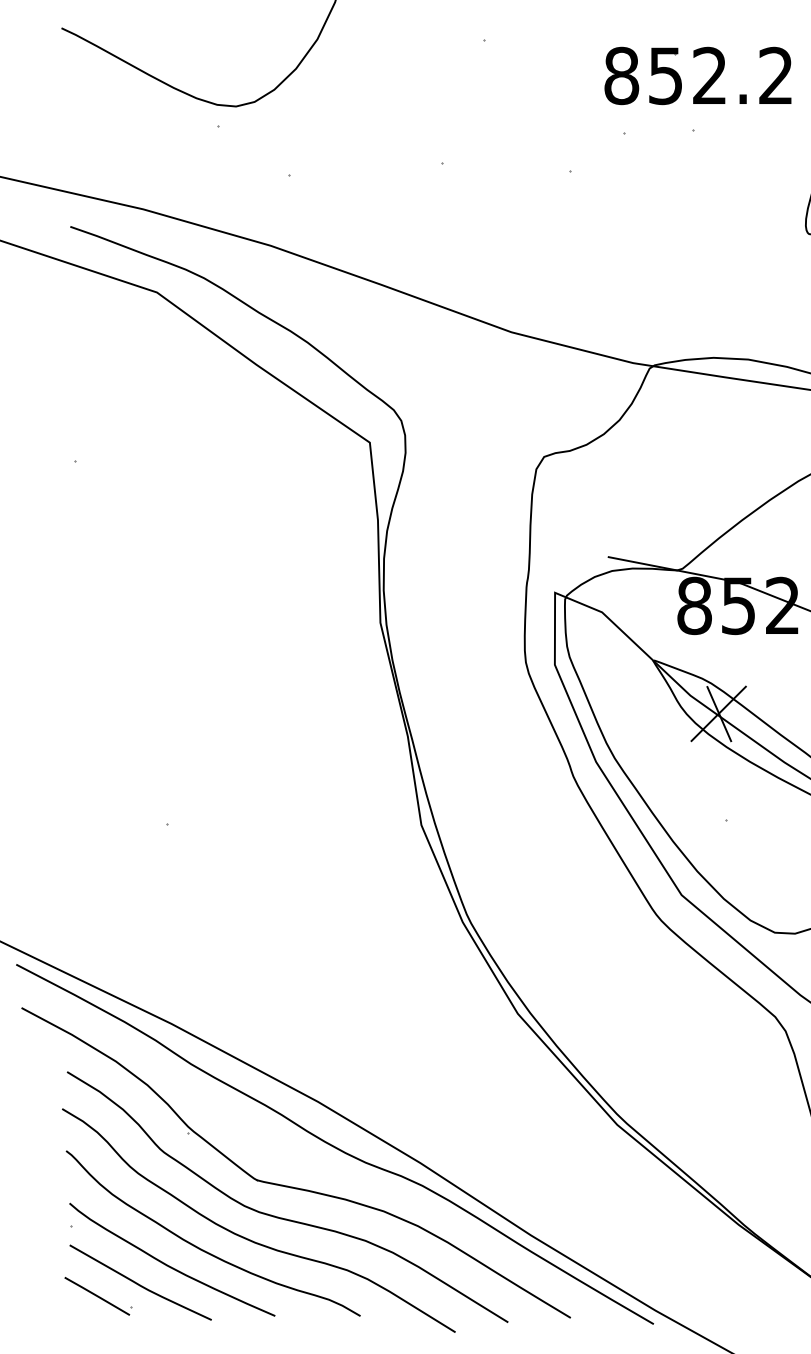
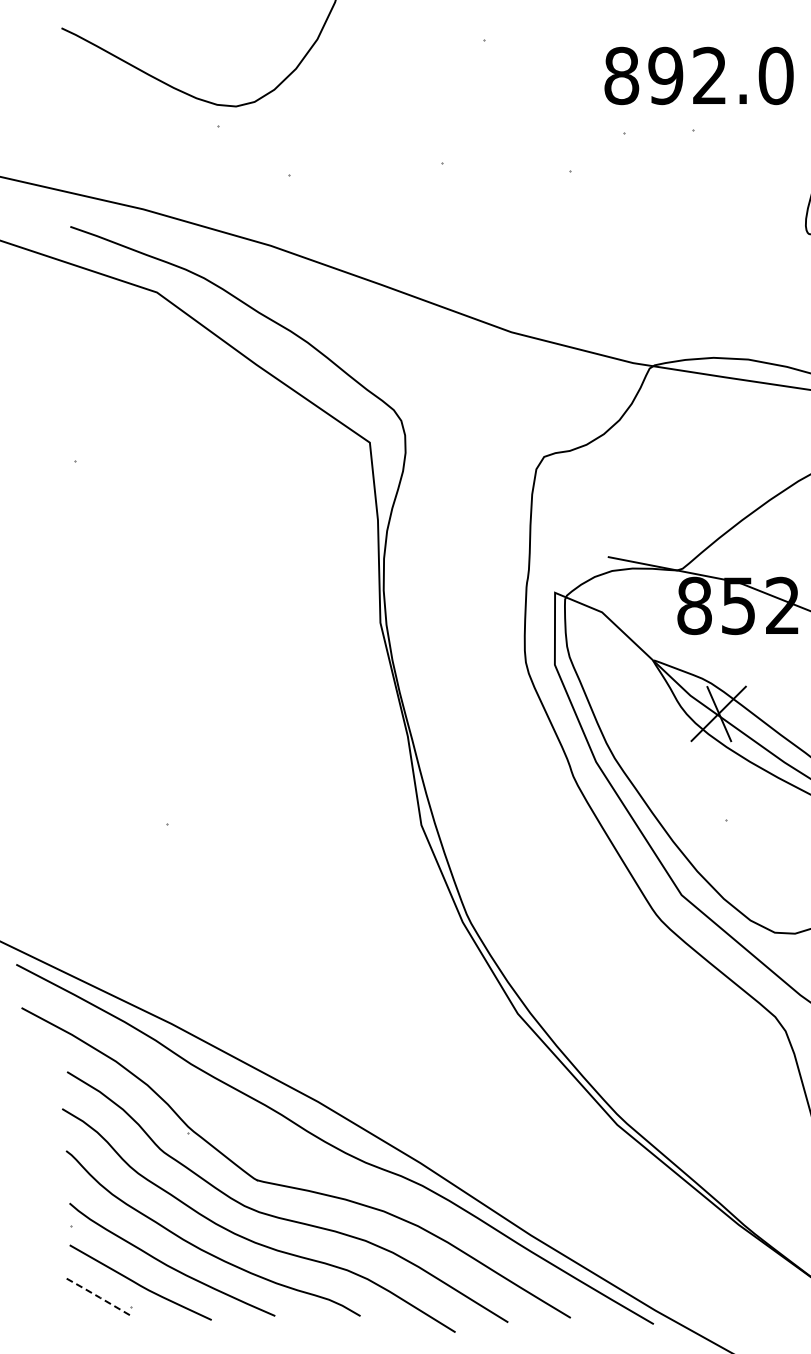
text at (720, 75): 852.2 -> 892.0
line at (96, 1295): solid -> dashed
